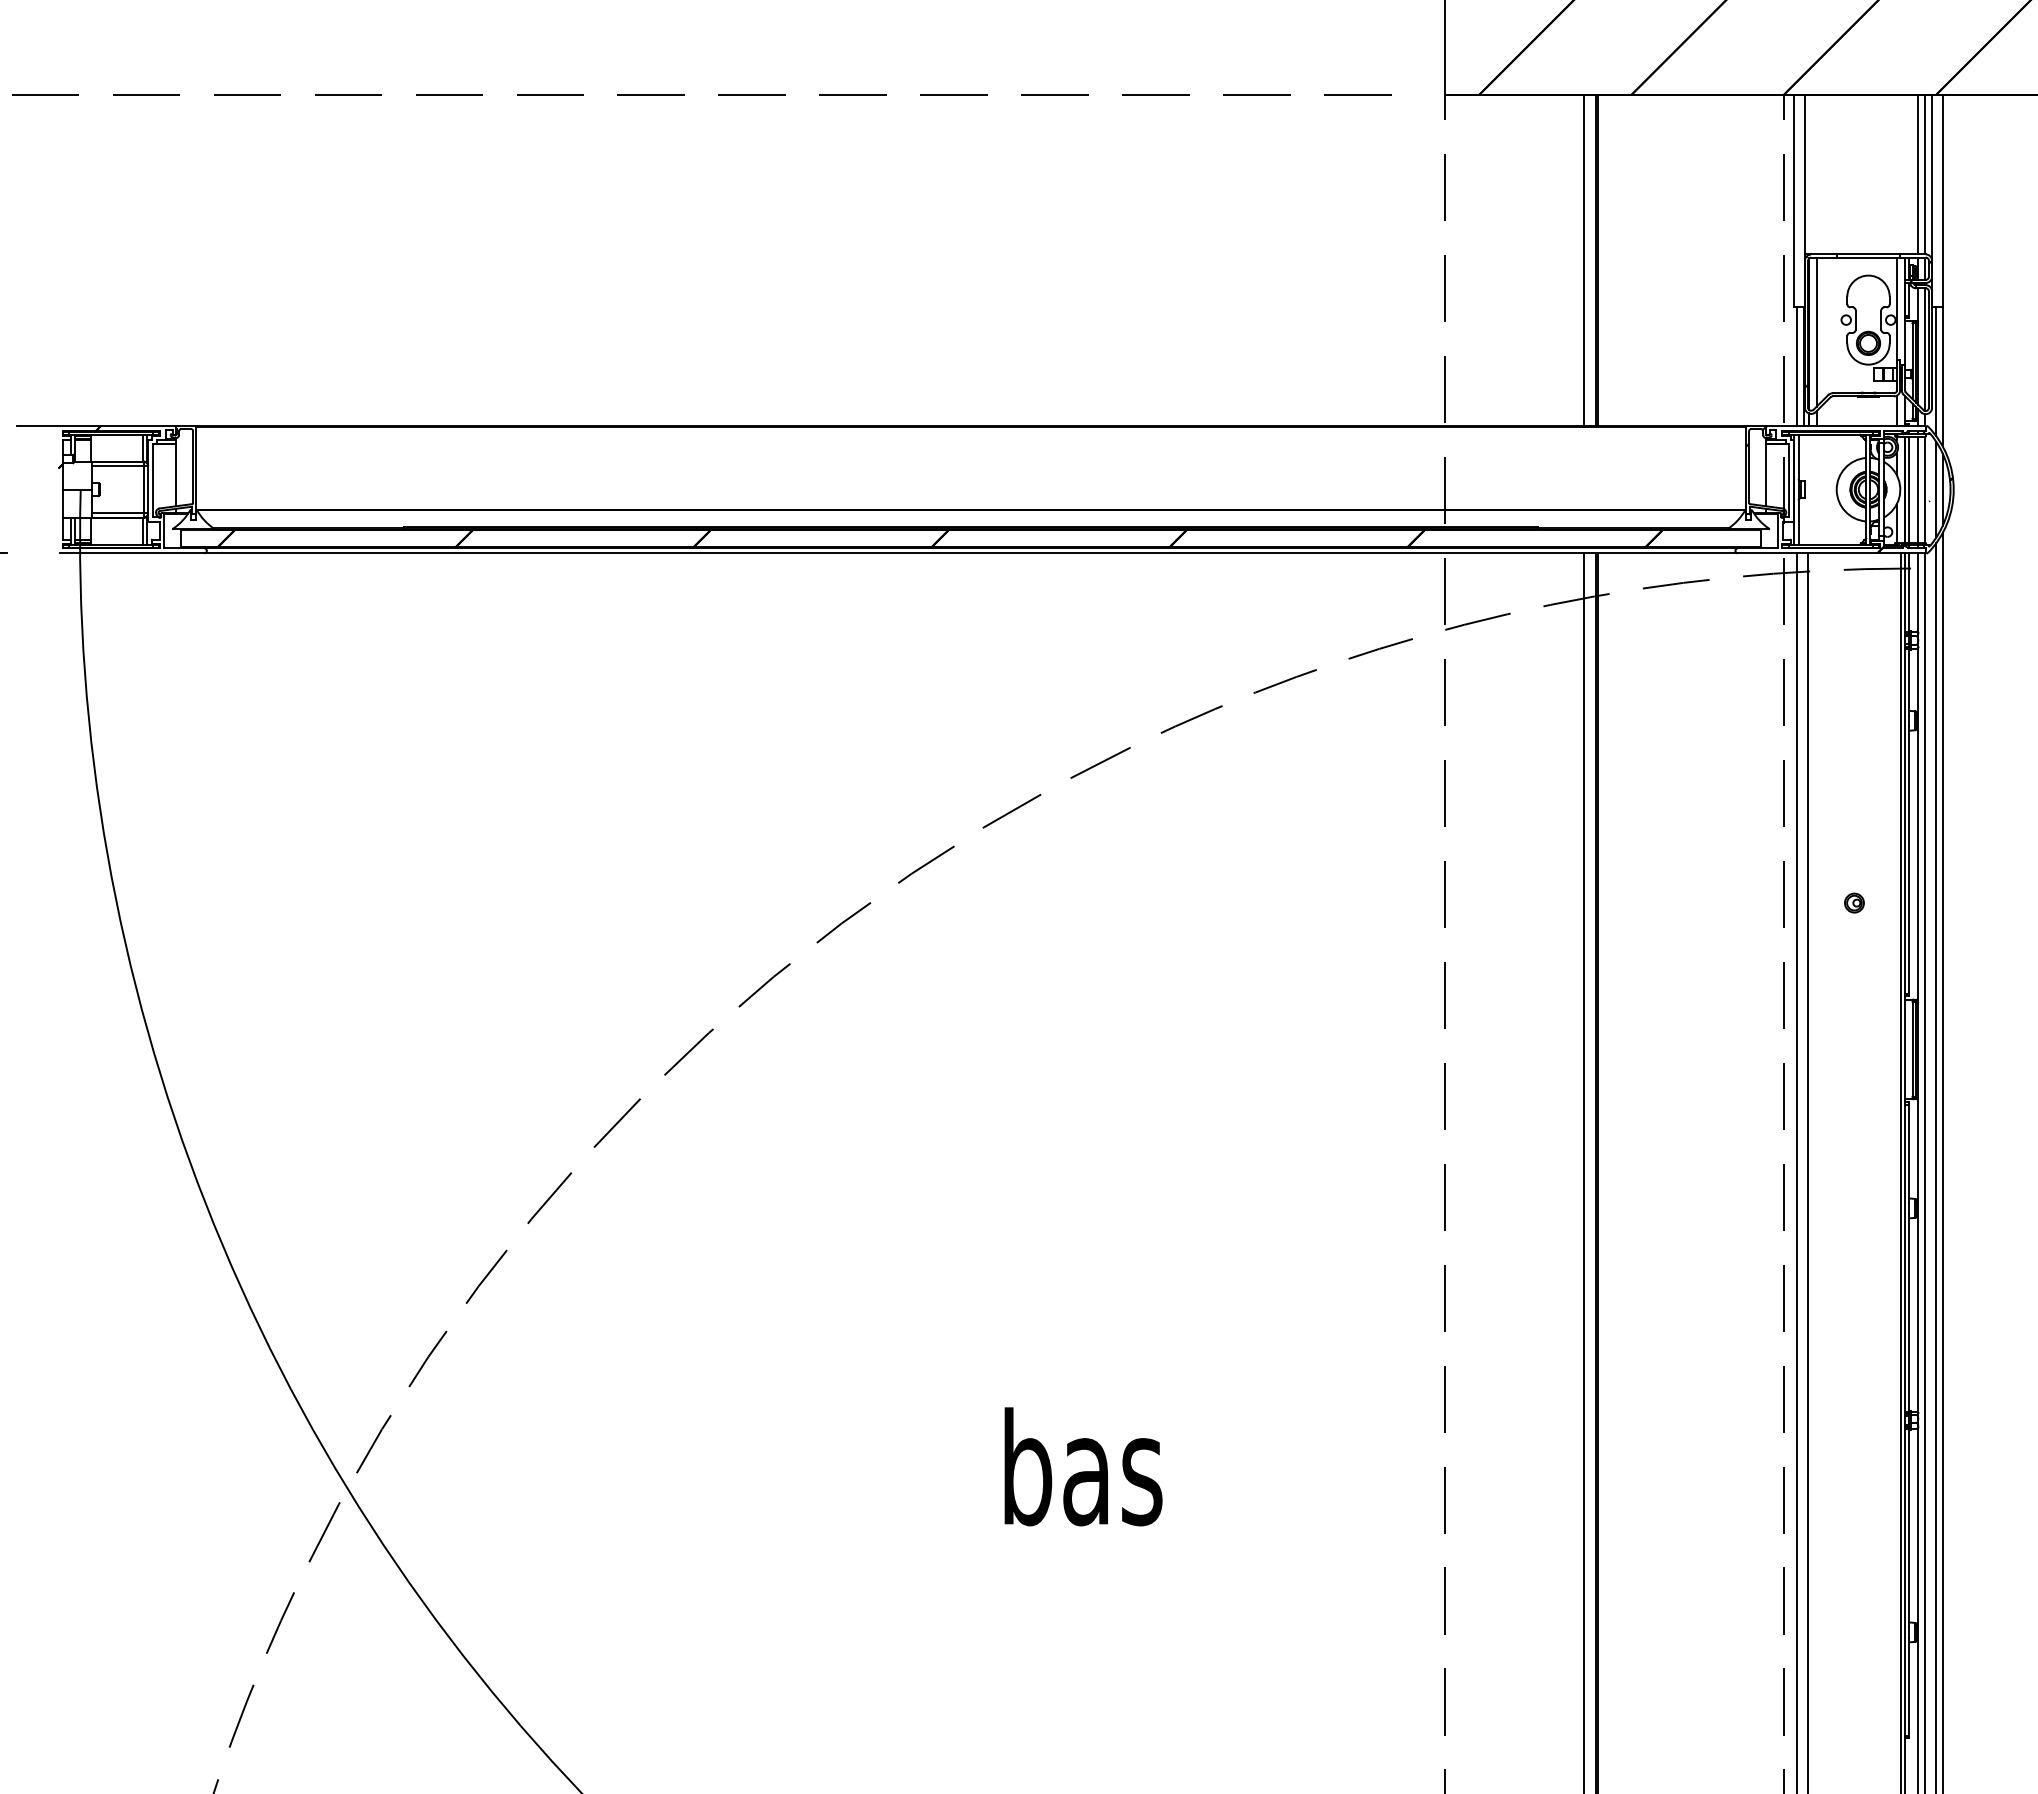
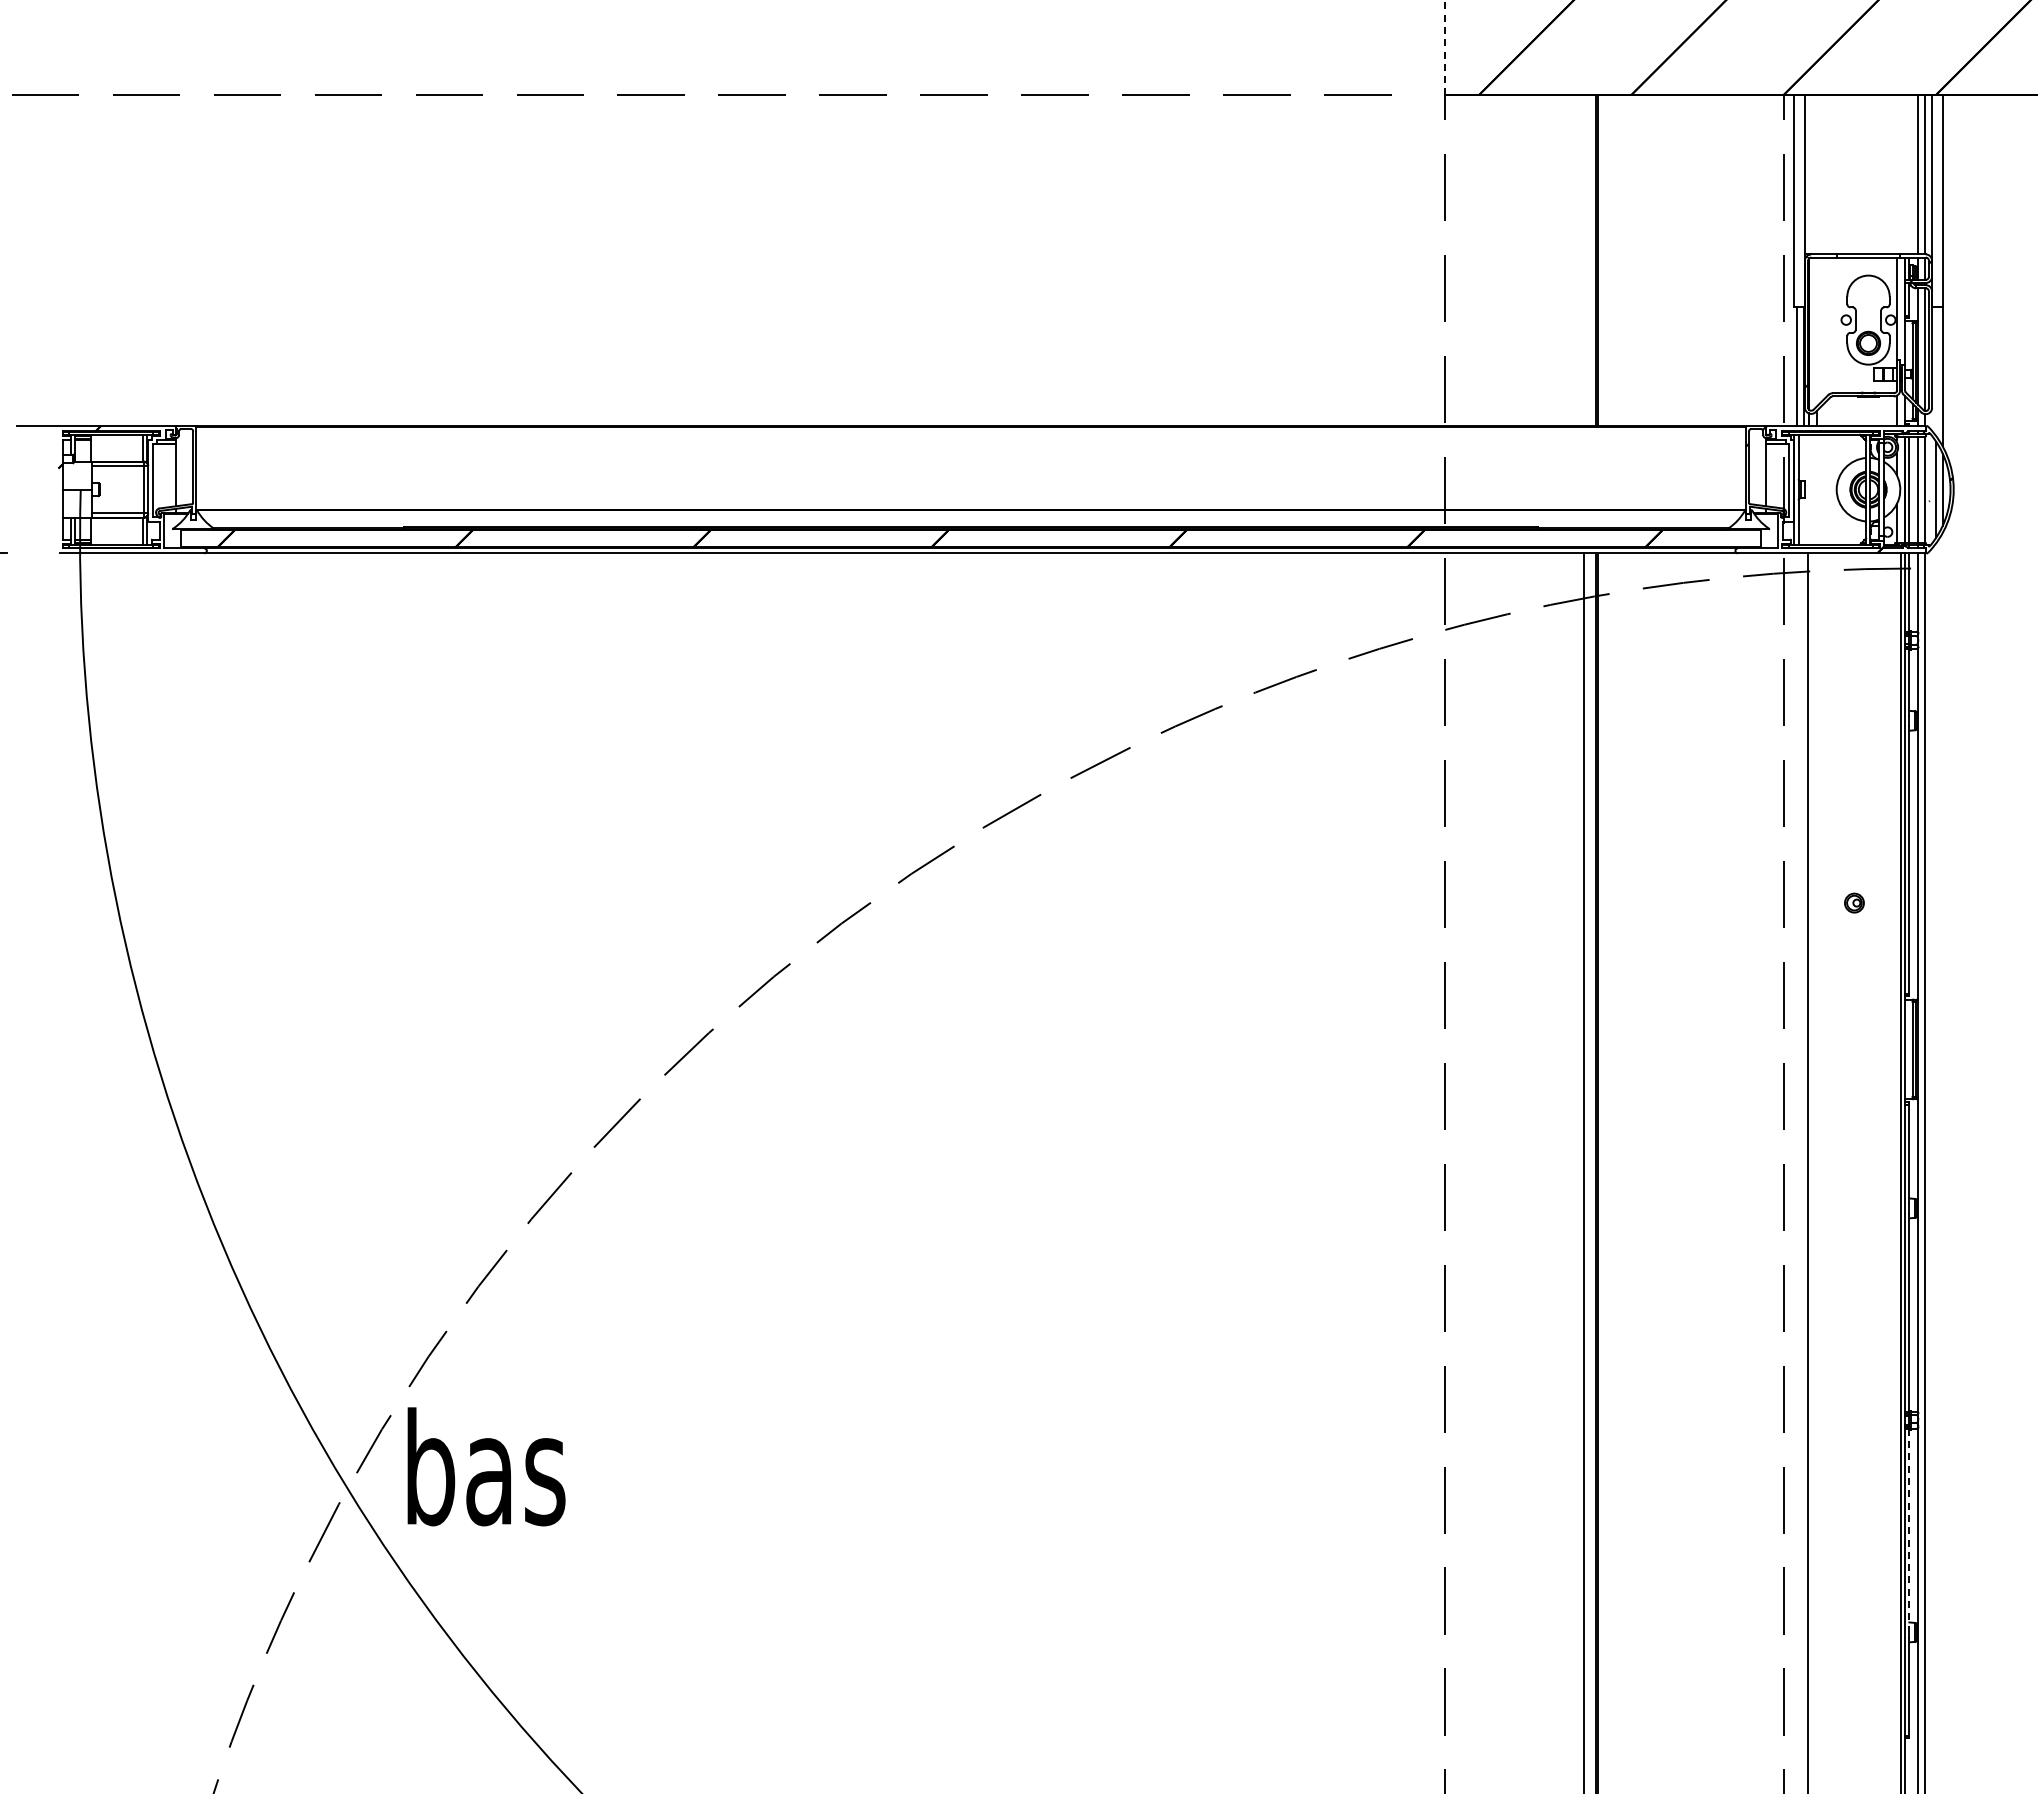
line at (1444, 47): solid -> dashed
line at (1584, 260): present -> none
line at (1816, 331): present -> none
line at (1936, 371): present -> none
line at (1942, 1161): present -> none
line at (1936, 1166): present -> none
line at (1797, 1171): present -> none
text at (1083, 1466) position: (1083, 1466) -> (486, 1466)
line at (1909, 1528): solid -> dashed
